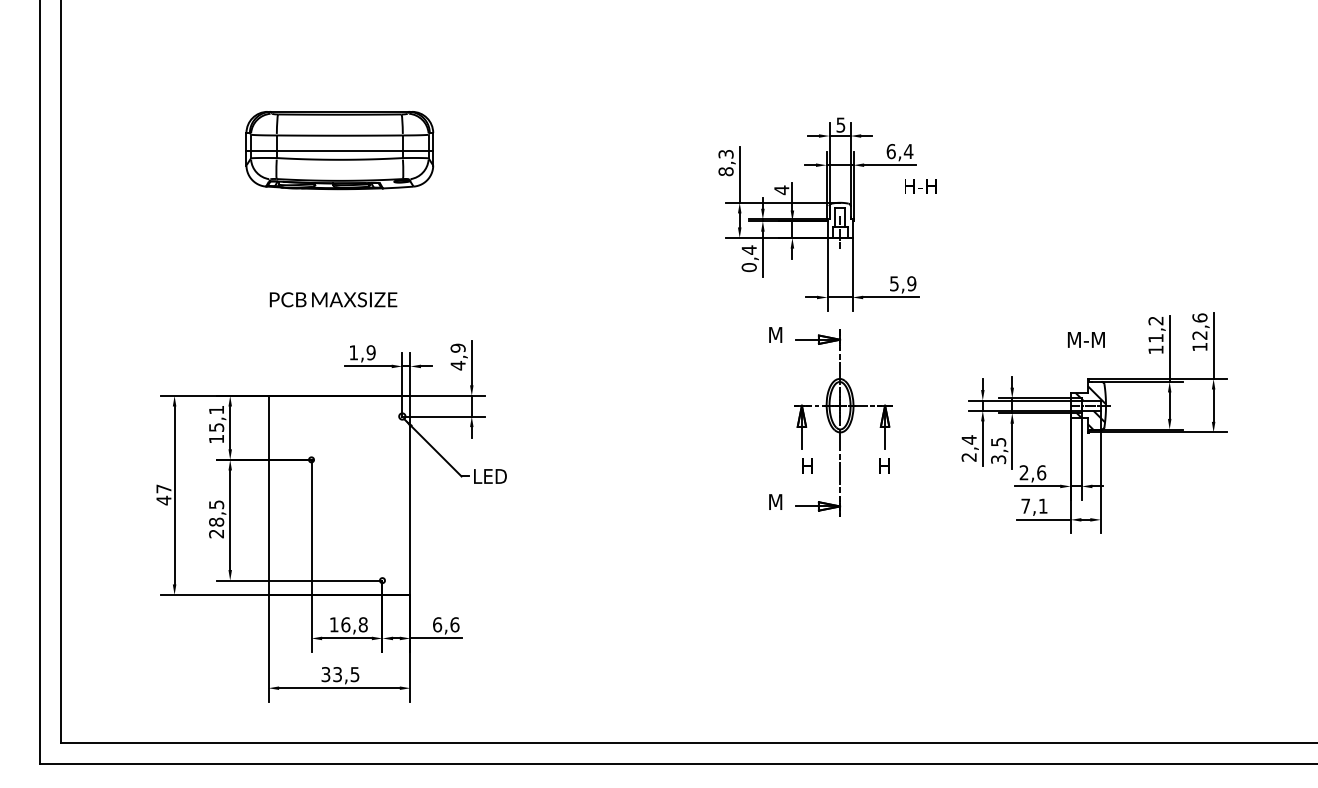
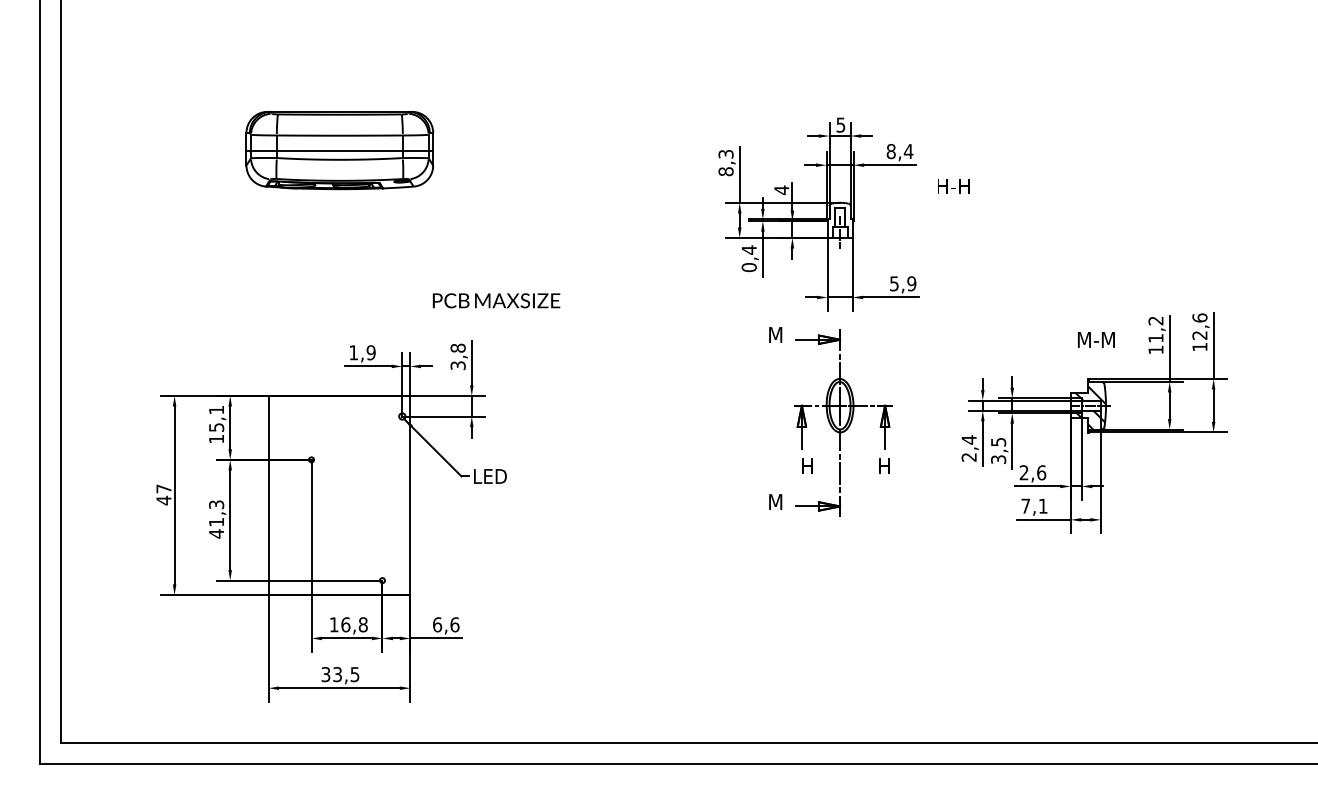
text at (890, 151): 6,4 -> 8,4
text at (920, 186) position: (920, 186) -> (953, 186)
text at (333, 299) position: (333, 299) -> (496, 300)
text at (1086, 339) position: (1086, 339) -> (1096, 339)
text at (457, 356): 4,9 -> 3,8
text at (216, 519): 28,5 -> 41,3
